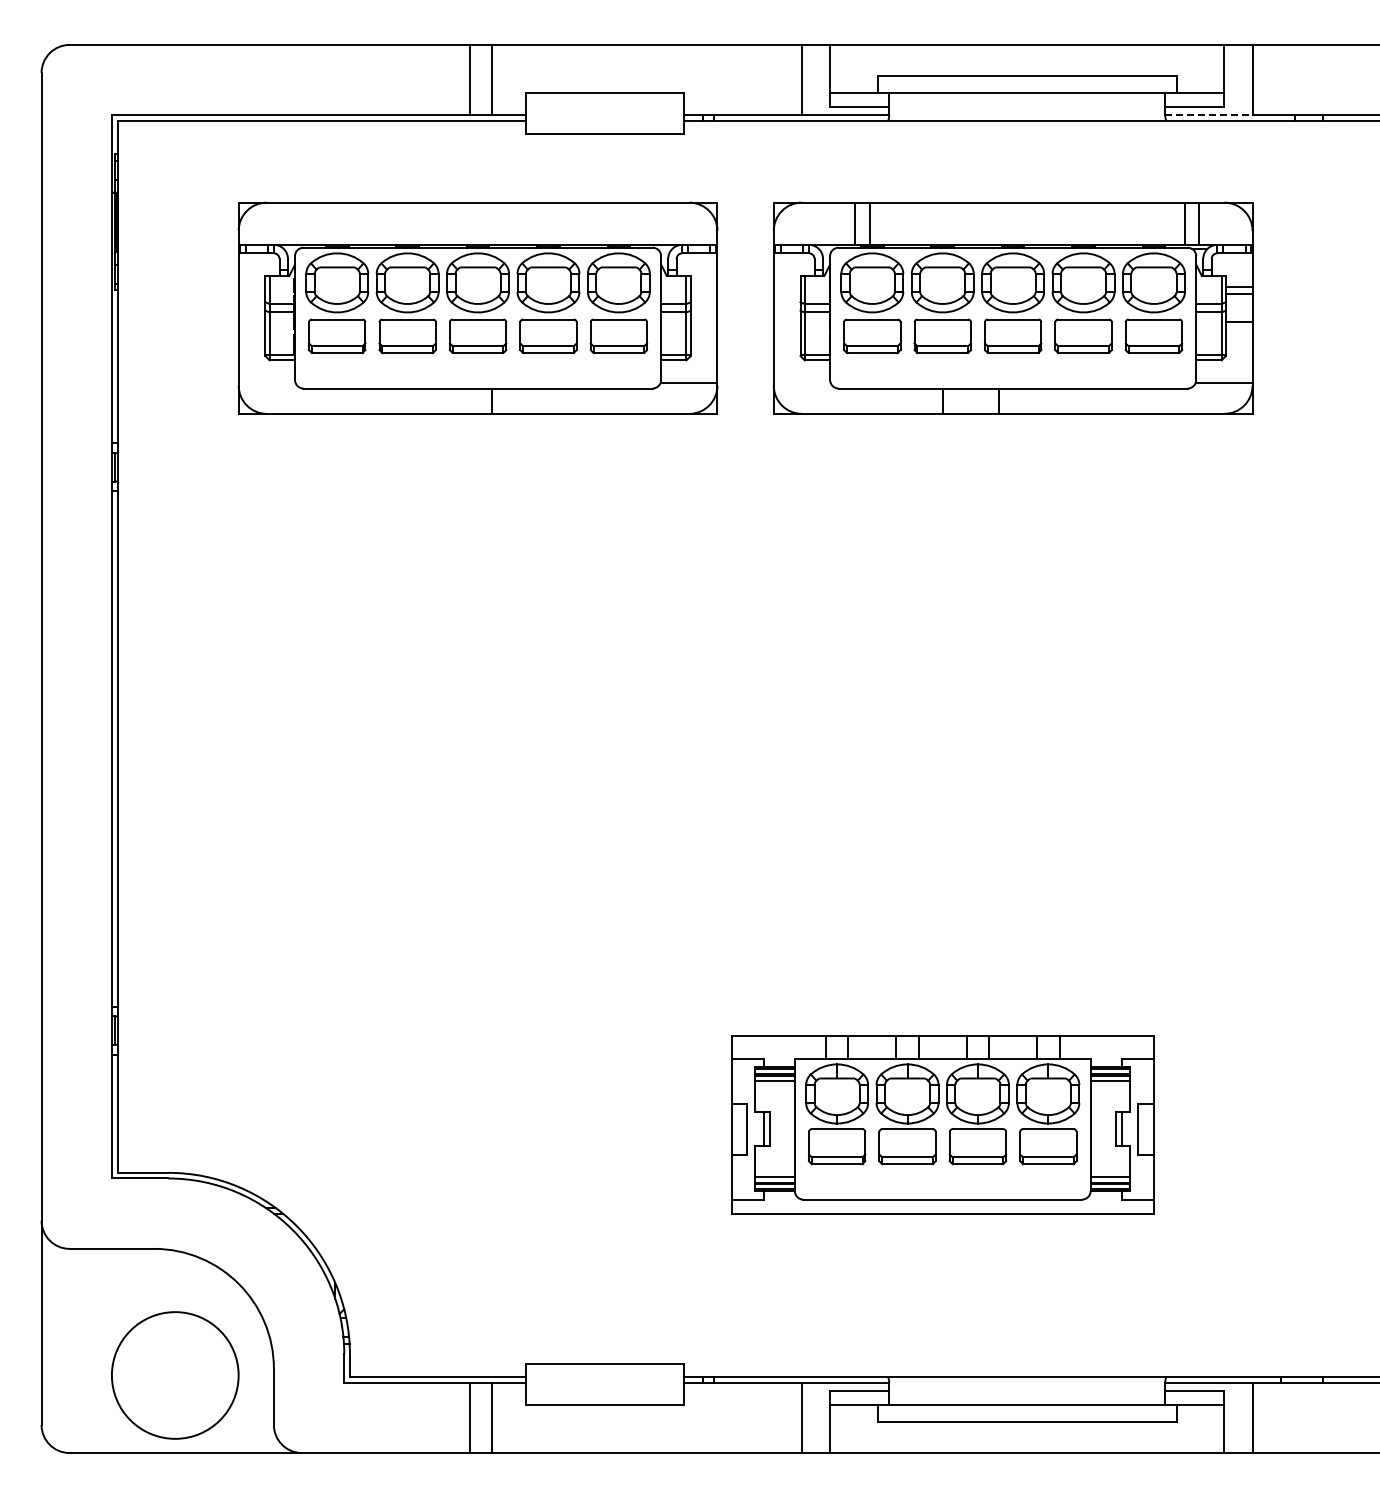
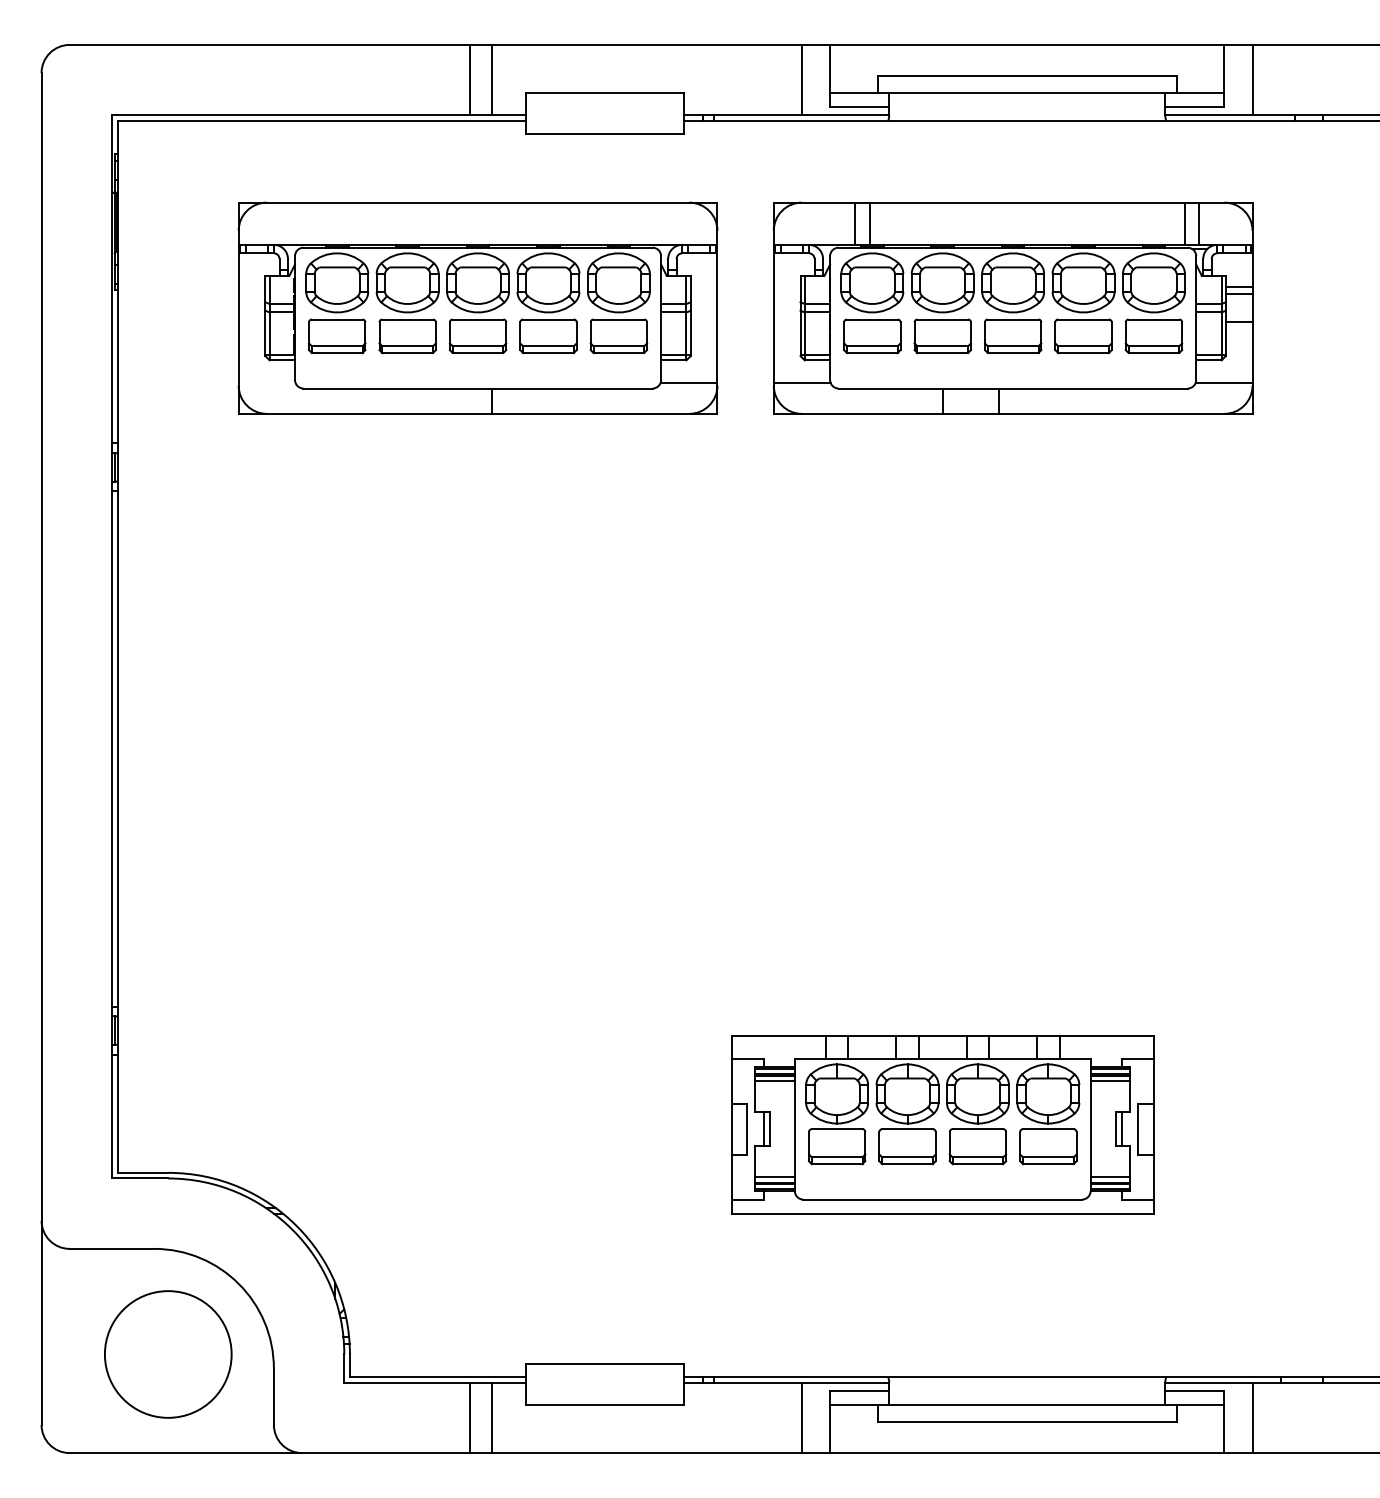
line at (1208, 115): dashed -> solid
line at (801, 382): none -> present
circle at (175, 1375) position: (175, 1375) -> (168, 1354)
